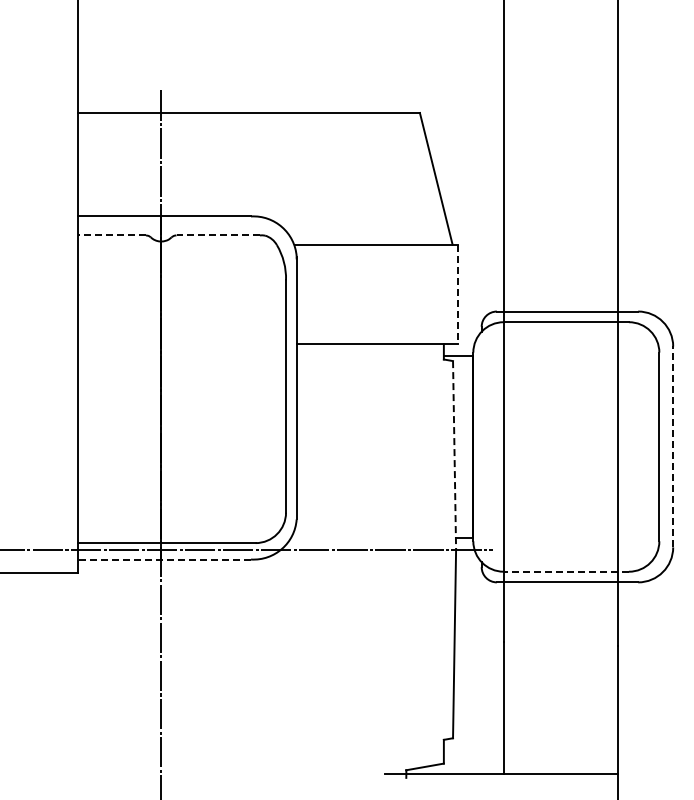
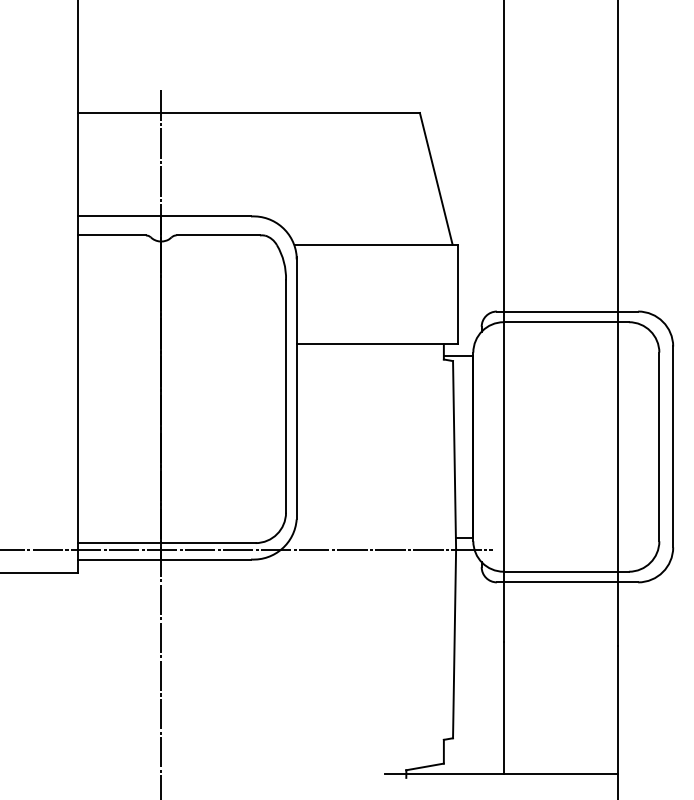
line at (111, 235): dashed -> solid
line at (218, 235): dashed -> solid
line at (458, 294): dashed -> solid
line at (673, 446): dashed -> solid
line at (454, 455): dashed -> solid
line at (164, 559): dashed -> solid
line at (566, 571): dashed -> solid
